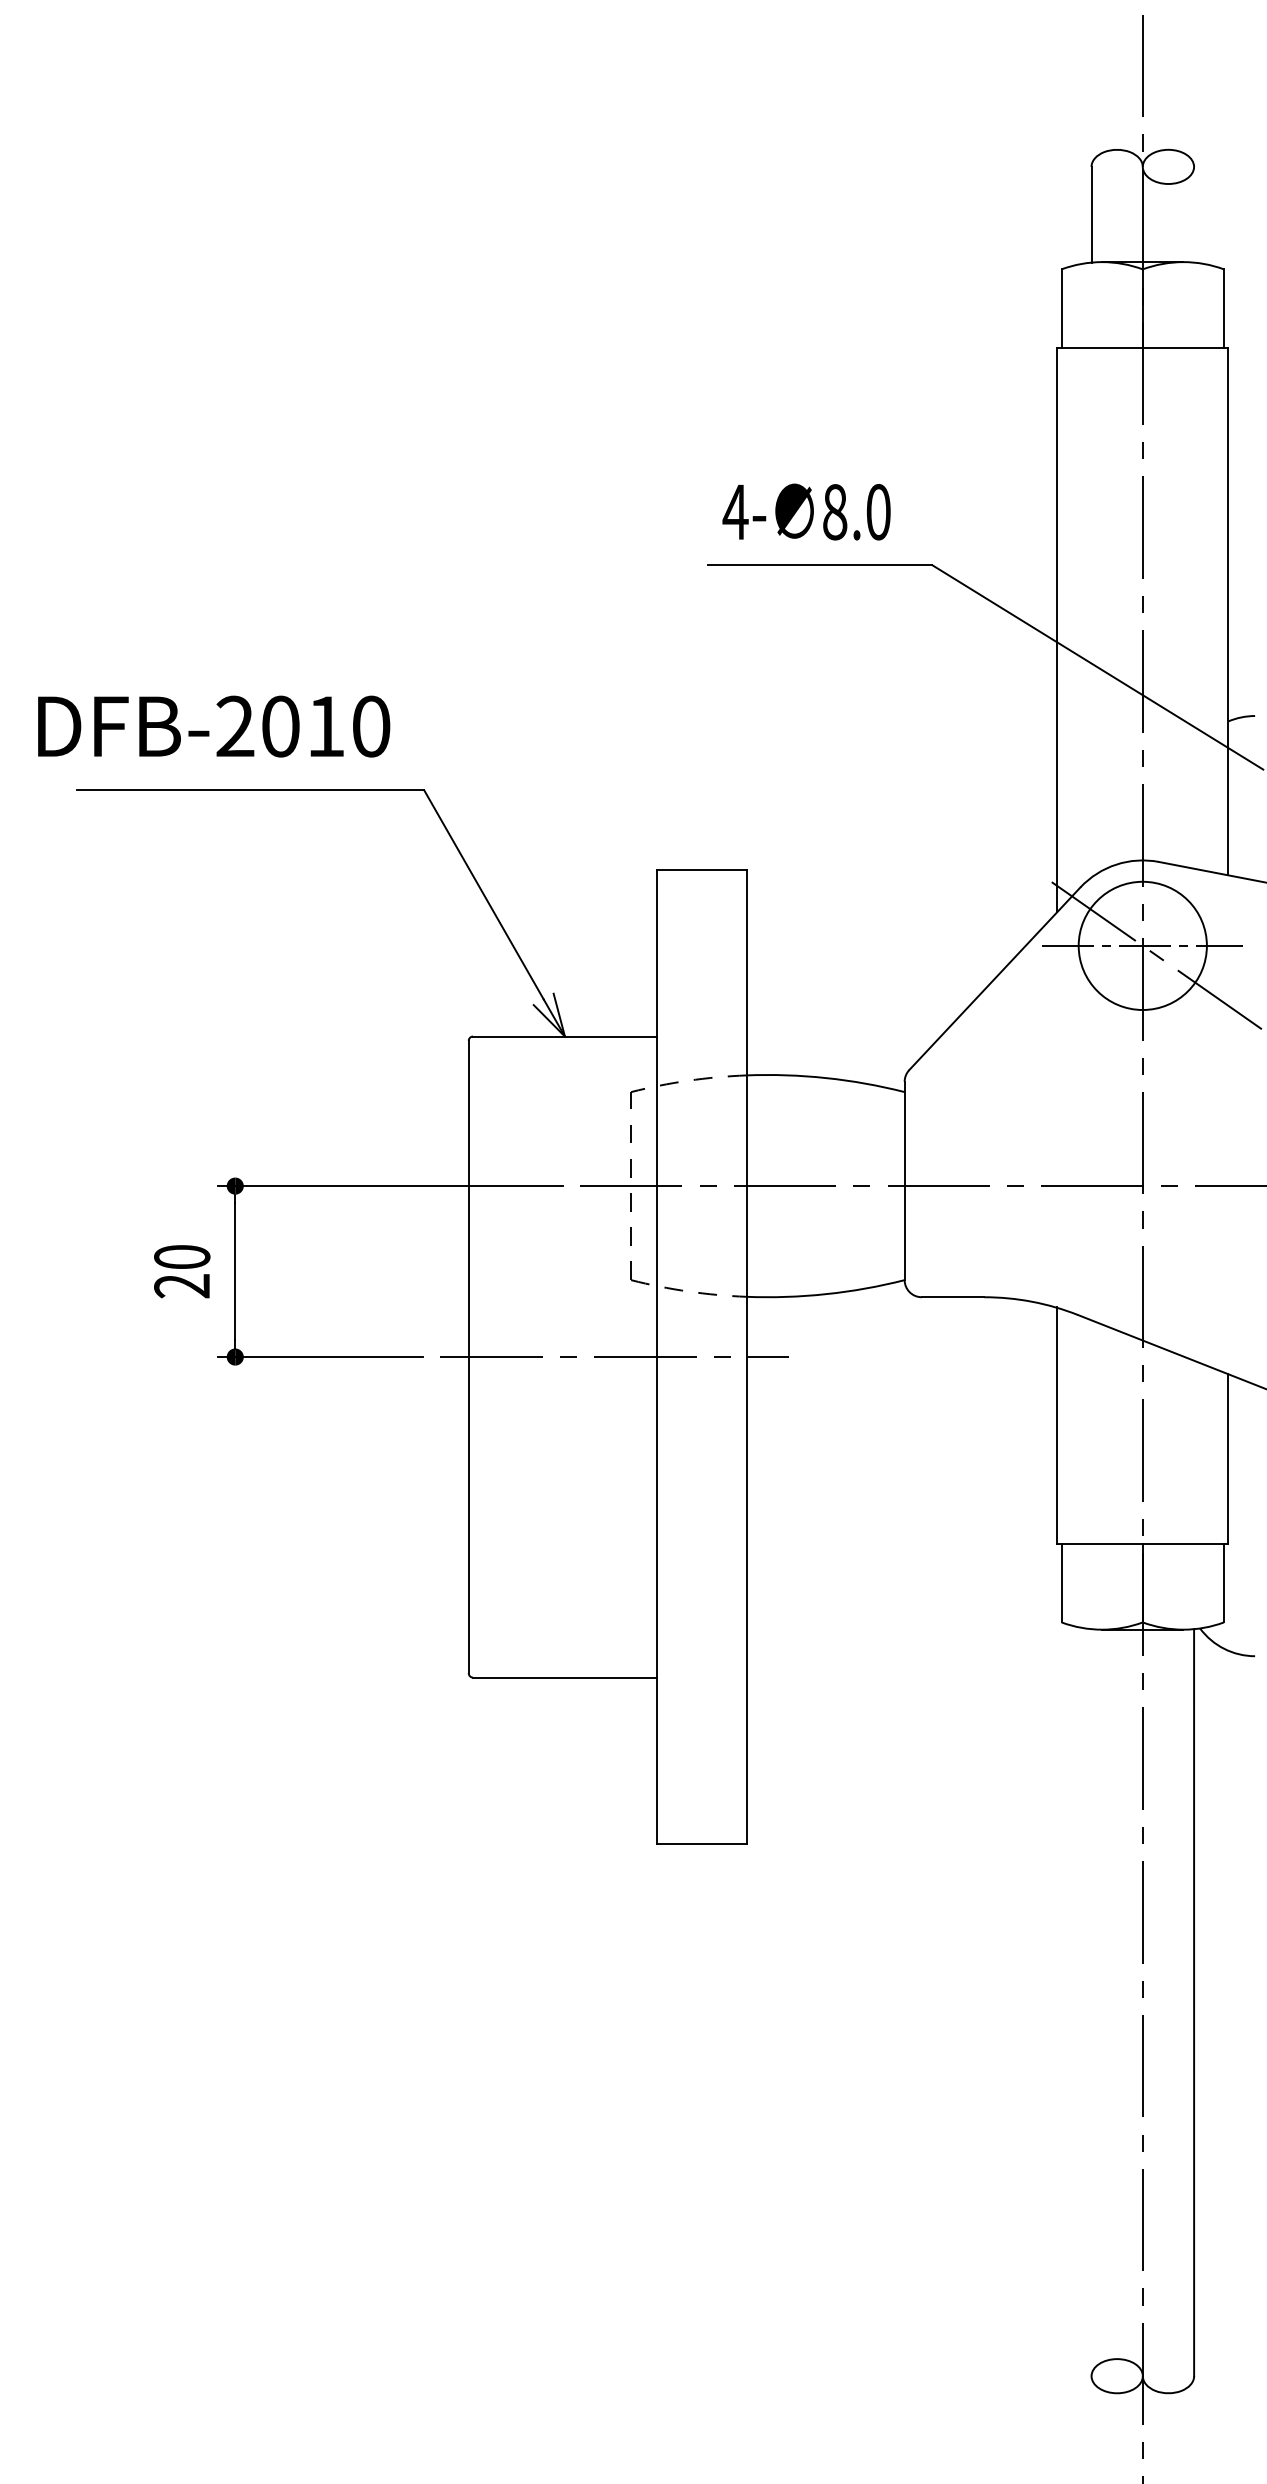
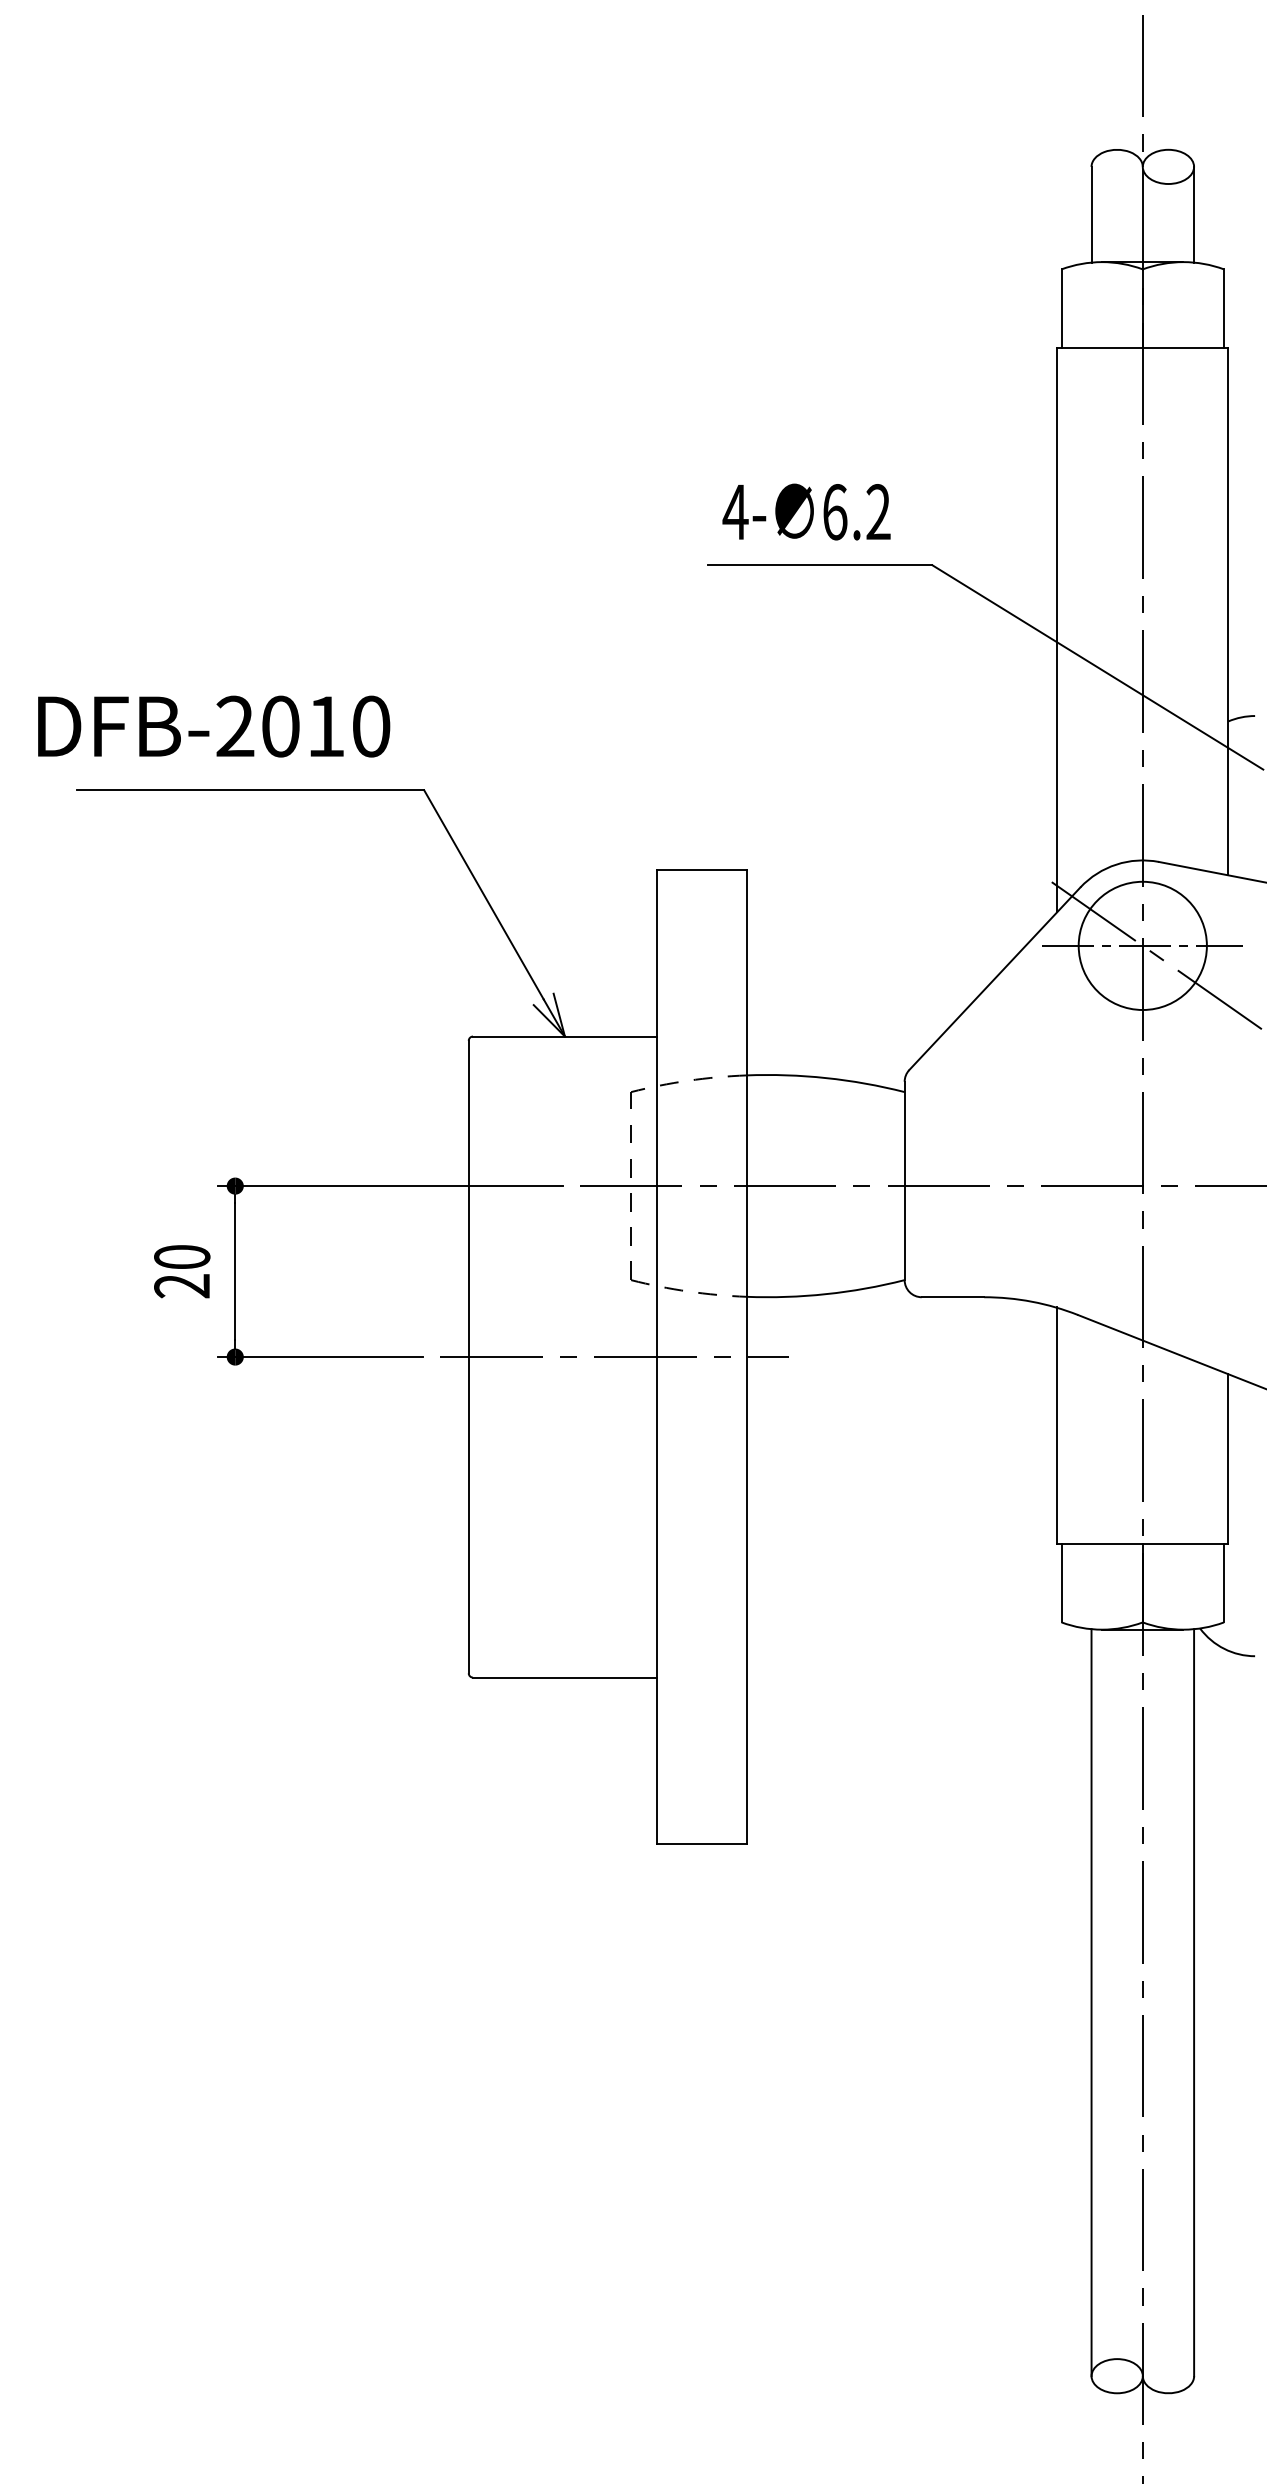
line at (1194, 214): none -> present
text at (856, 512): 8.0 -> 6.2
line at (1091, 2002): none -> present
